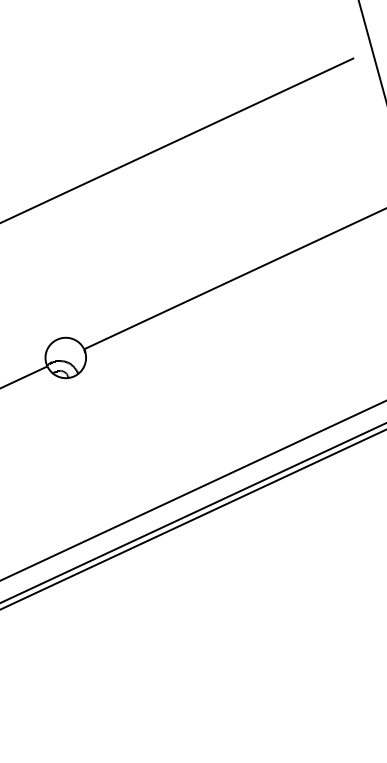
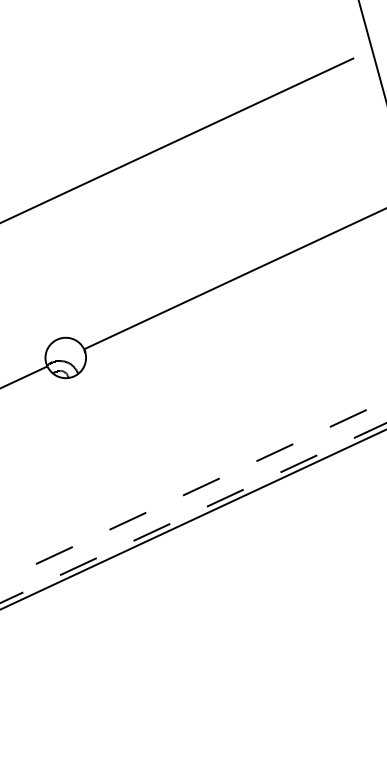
line at (193, 490): solid -> dashed
line at (193, 513): solid -> dashed
